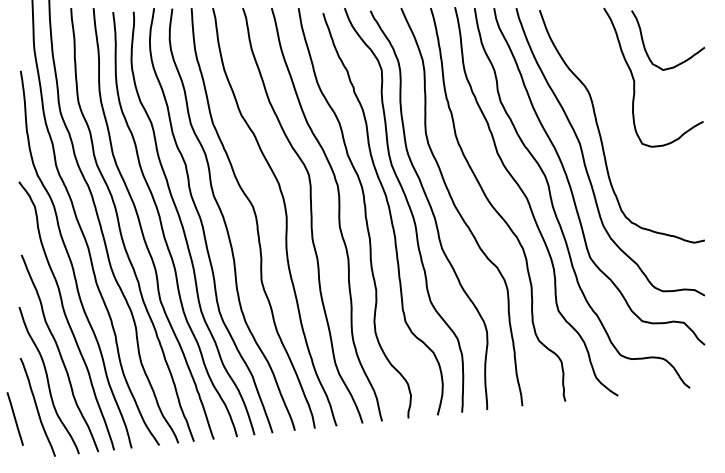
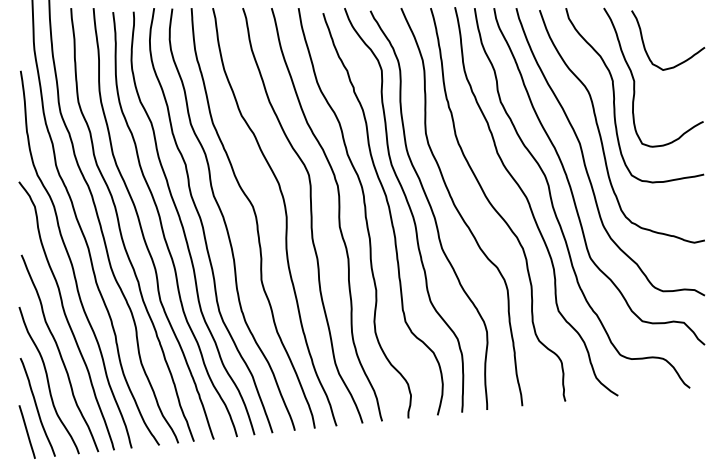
curve at (614, 95): none -> present
line at (14, 418) position: (14, 418) -> (26, 431)
